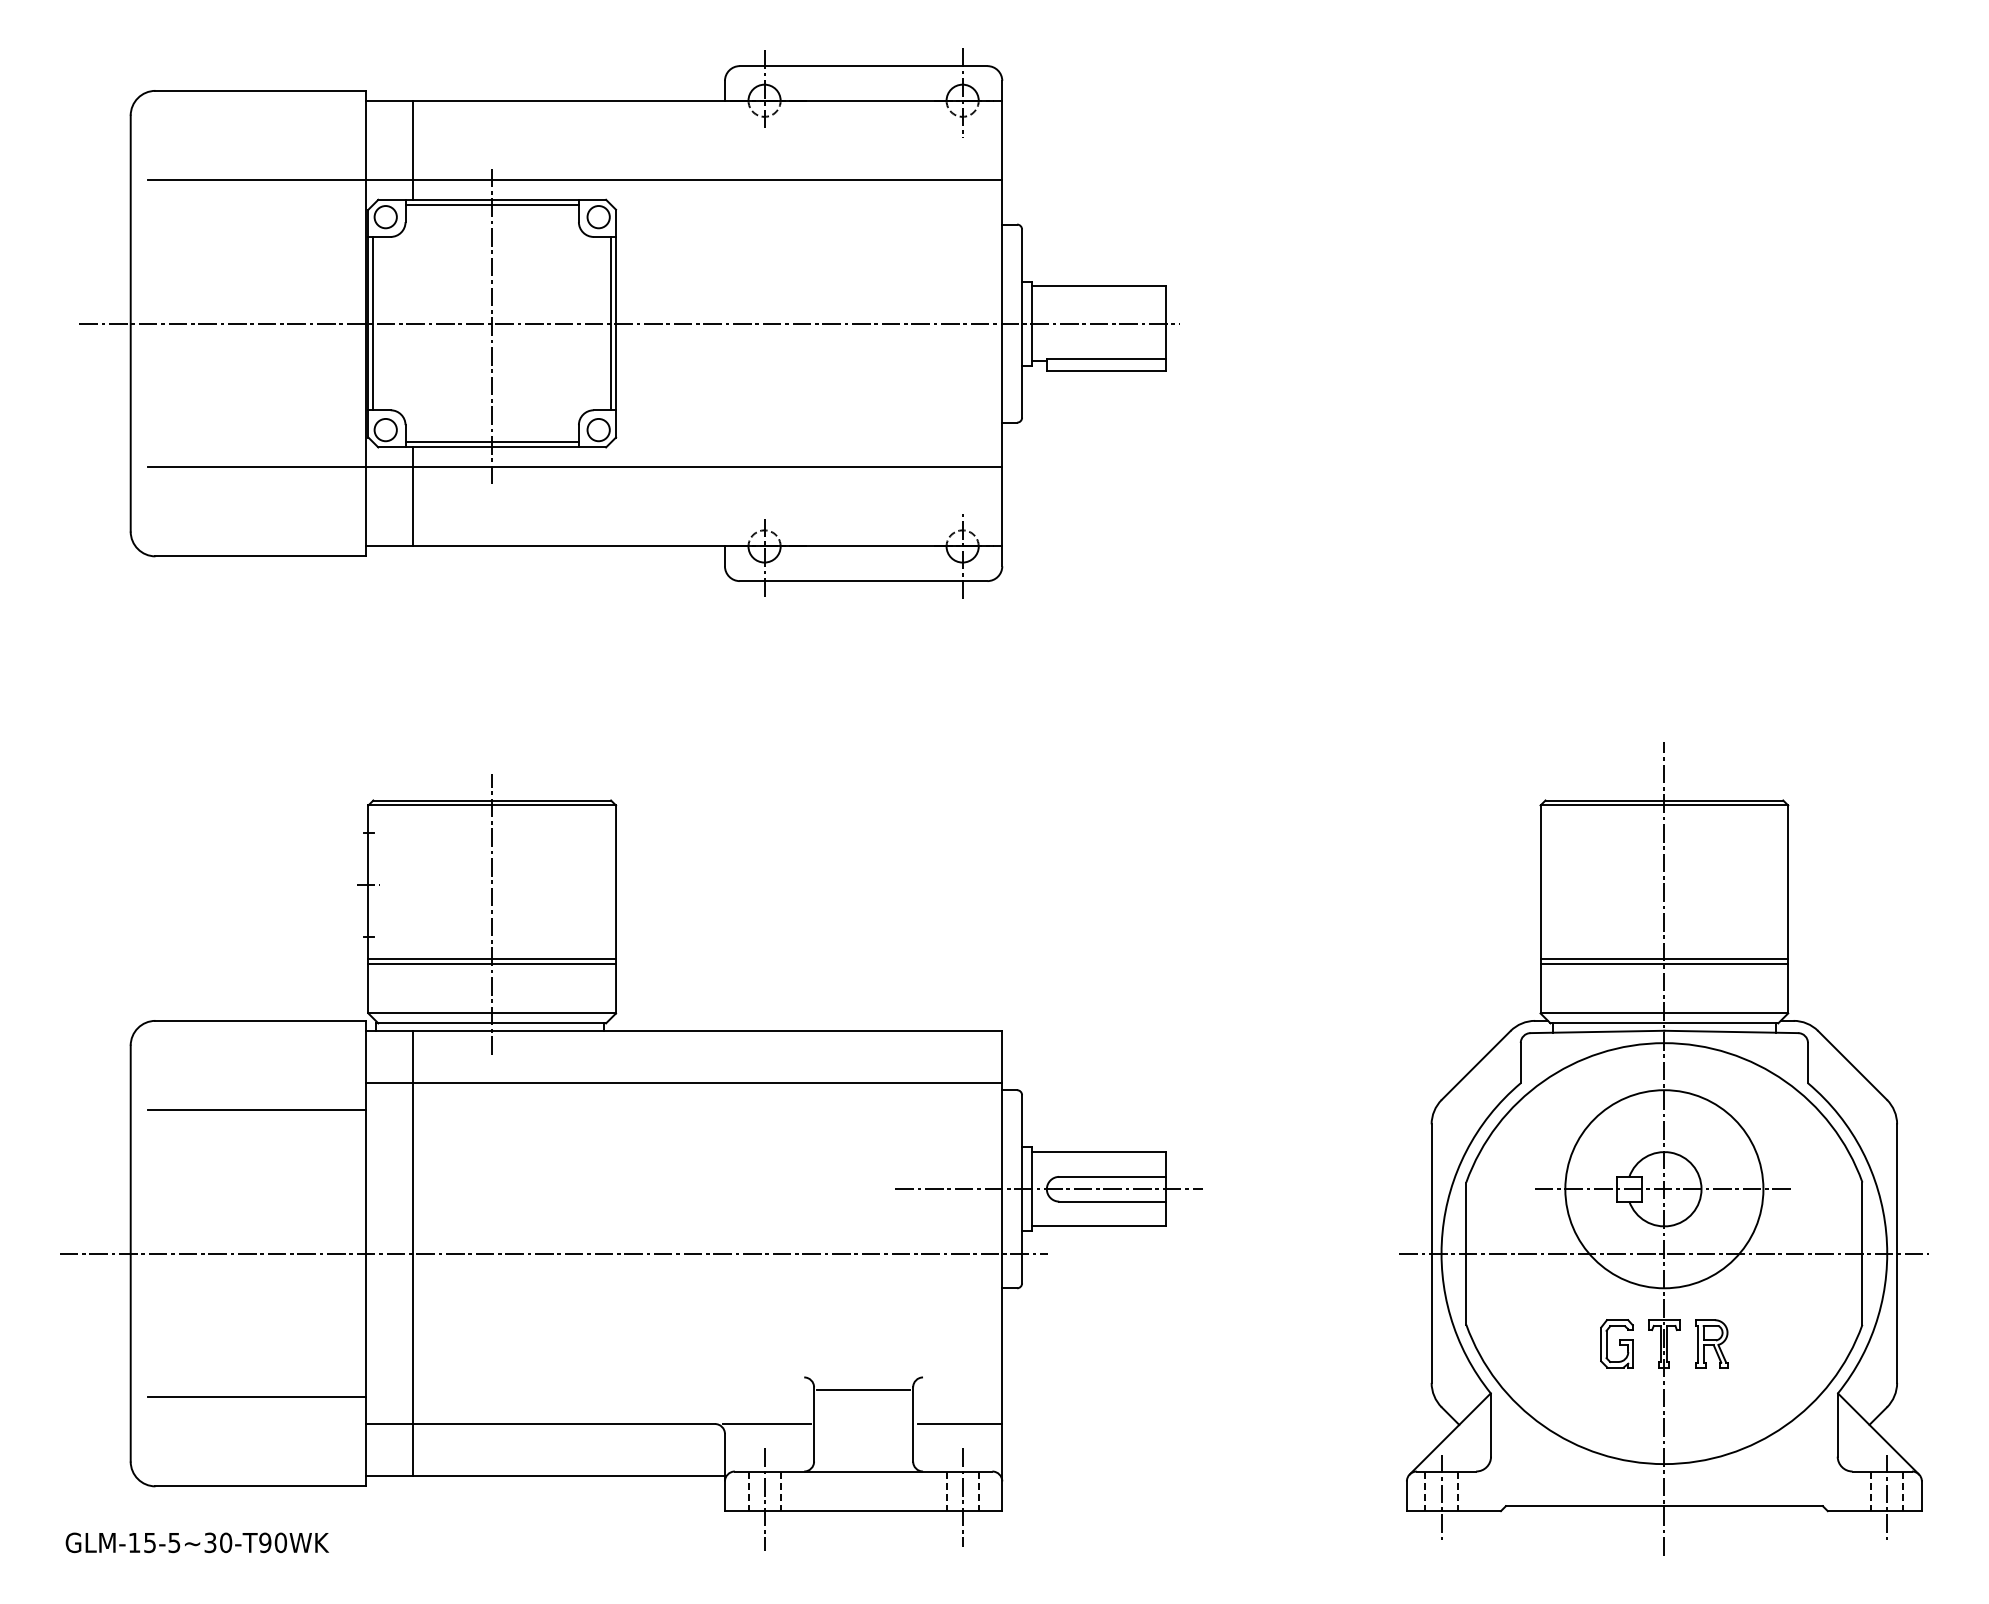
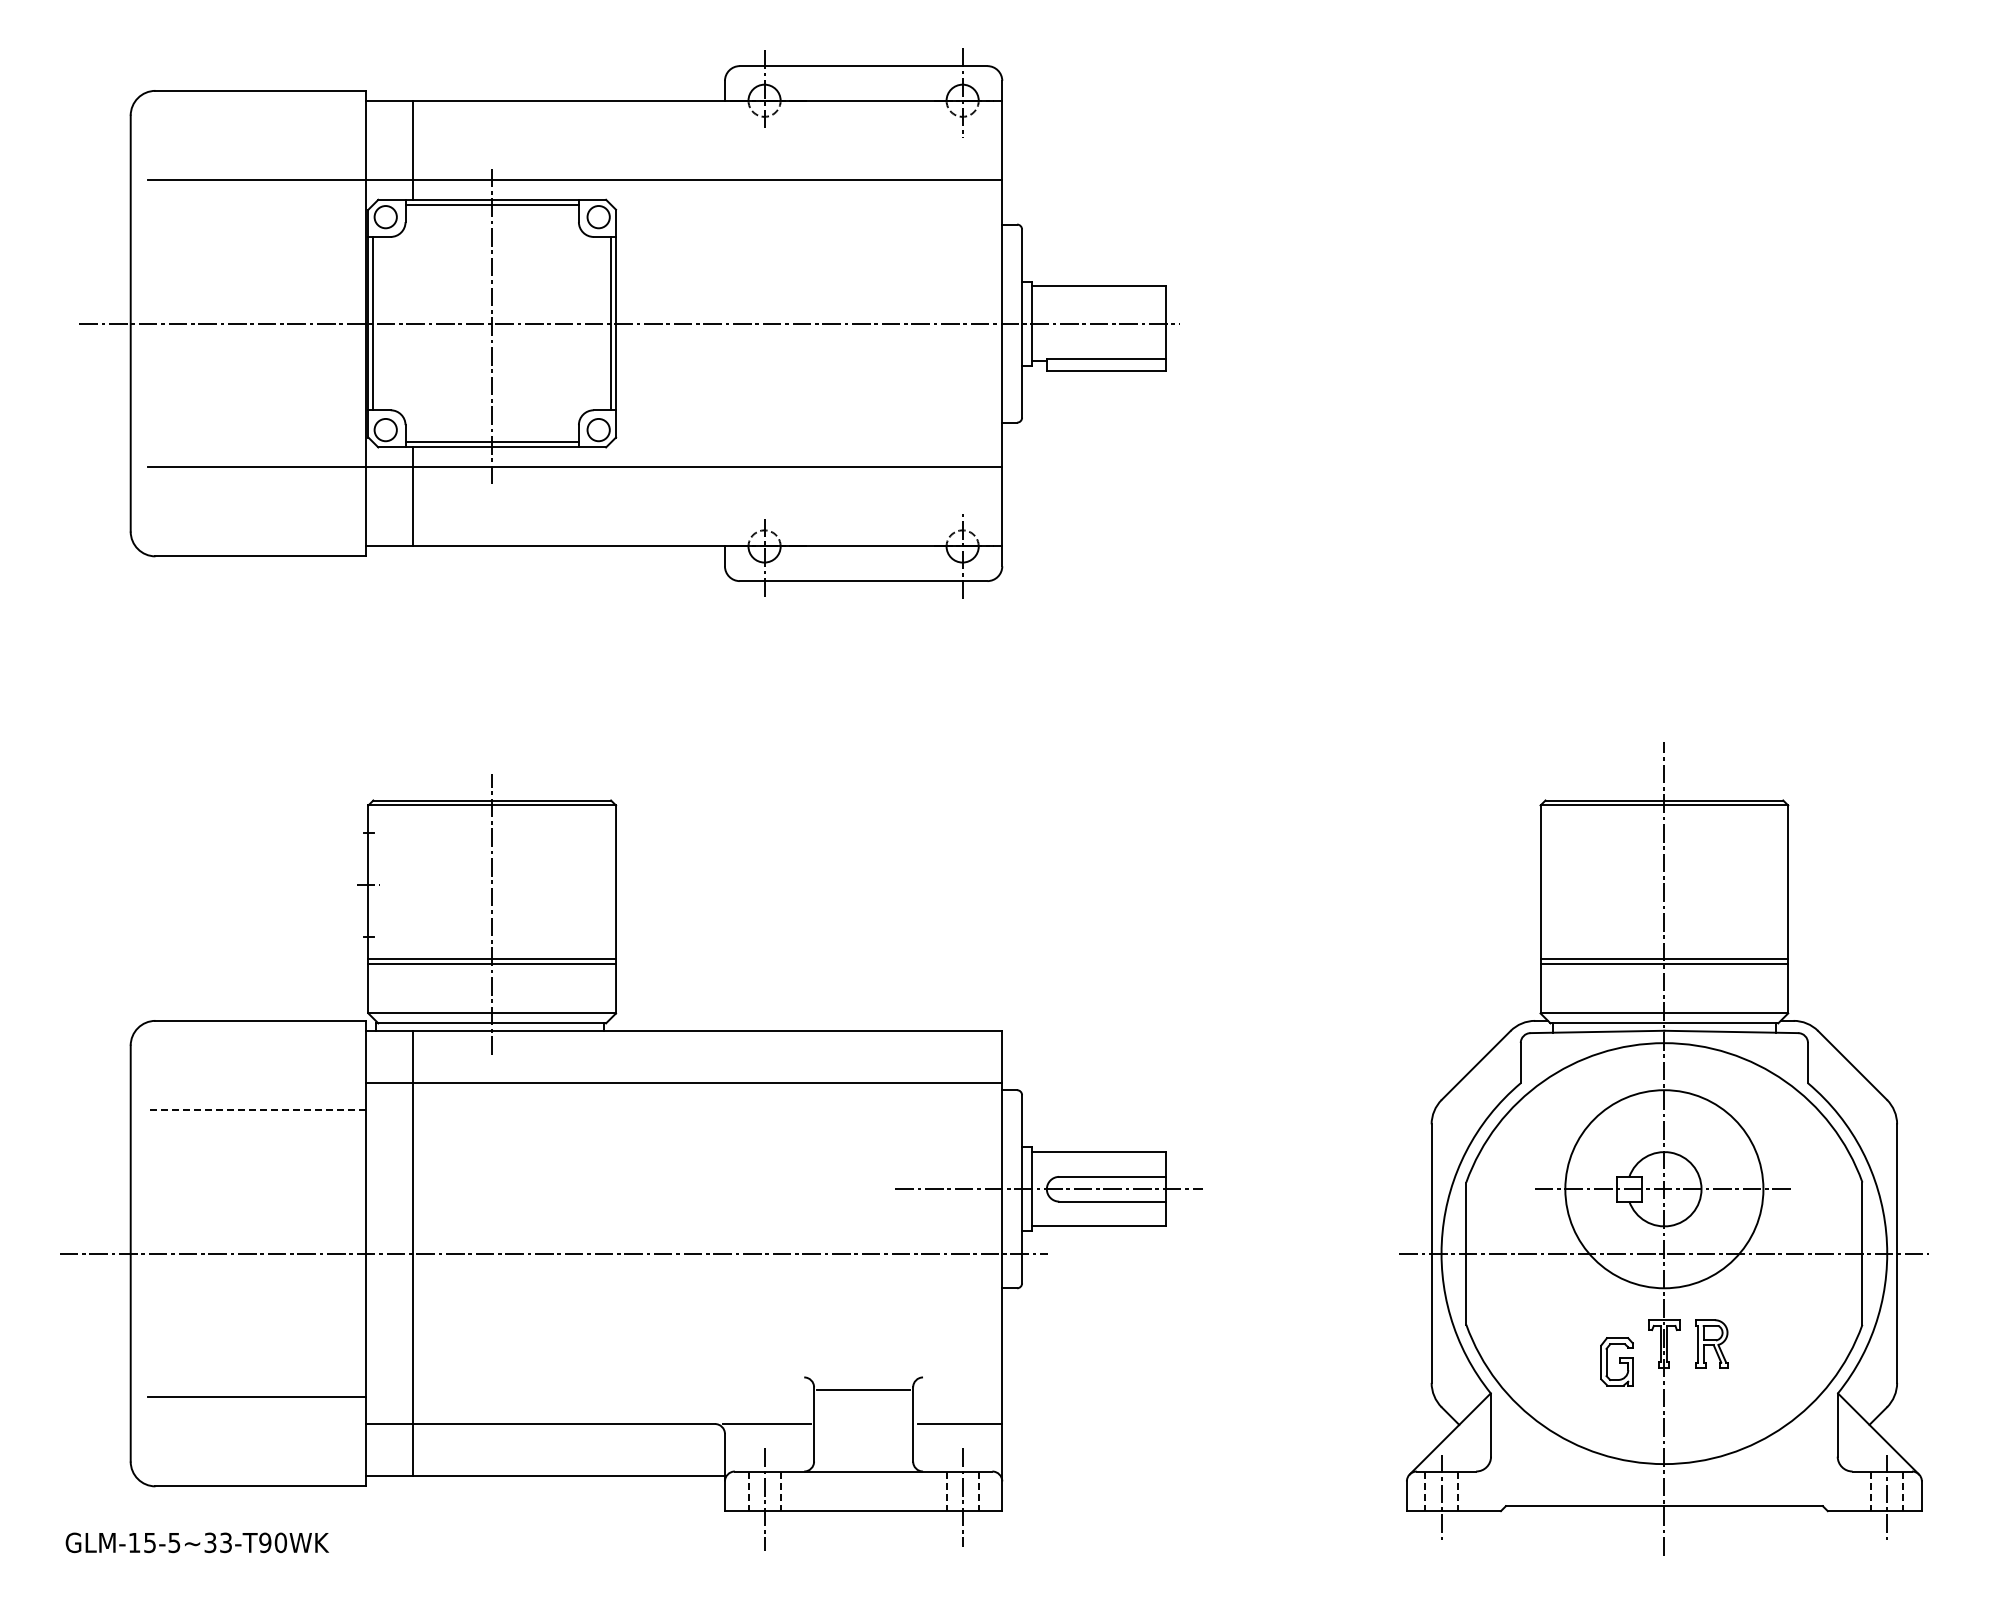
line at (257, 1110): solid -> dashed
part at (1616, 1343) position: (1616, 1343) -> (1616, 1361)
text at (226, 1542): GLM-15-5~30-T90WK -> GLM-15-5~33-T90WK
